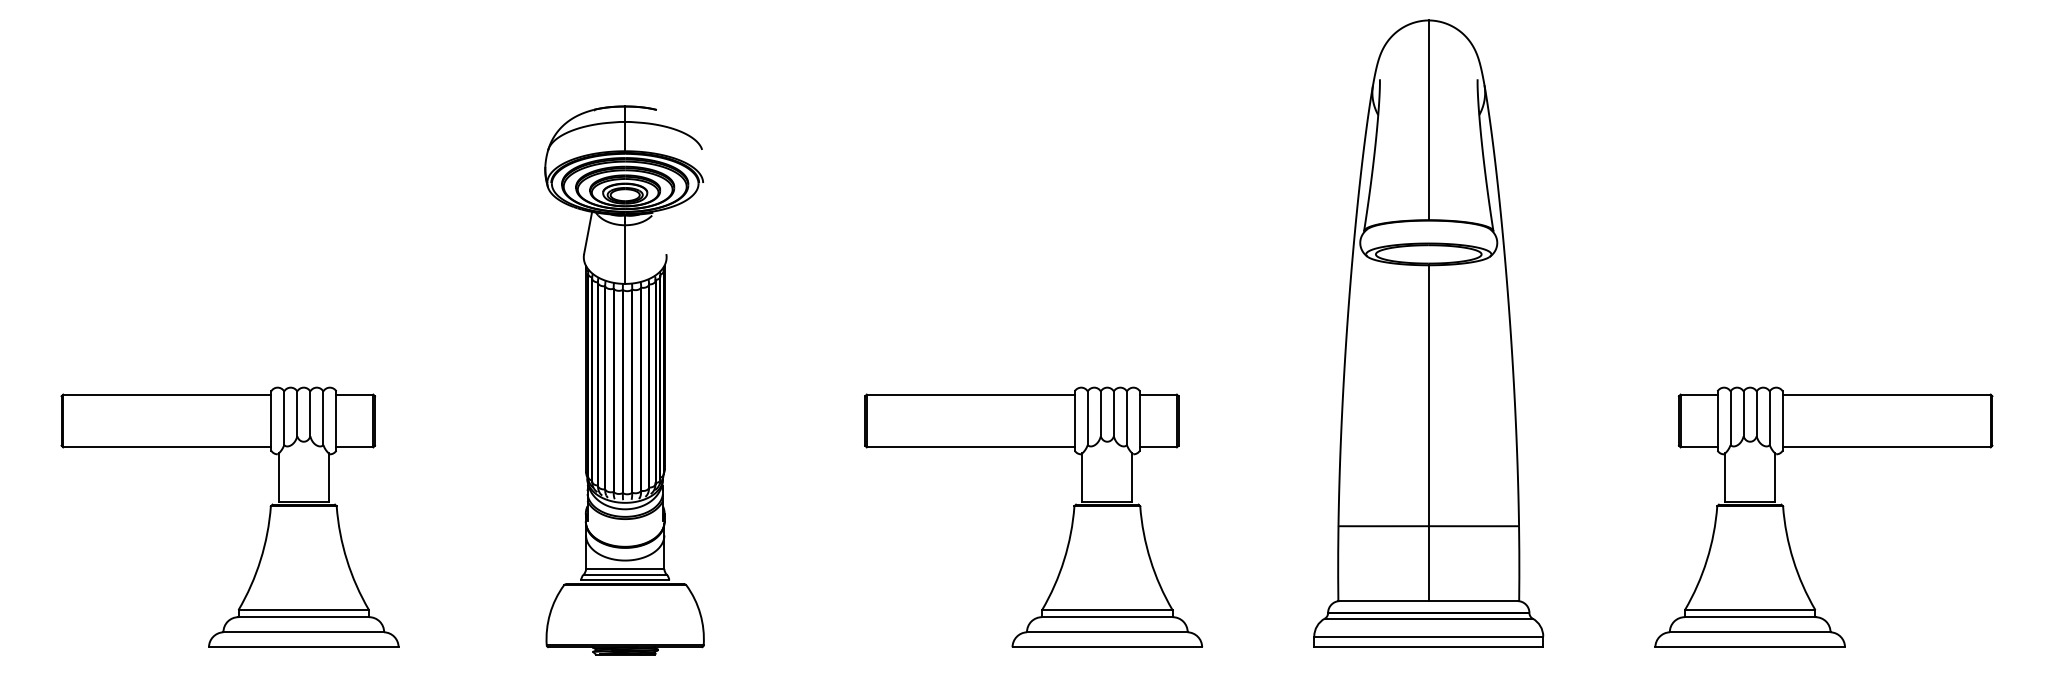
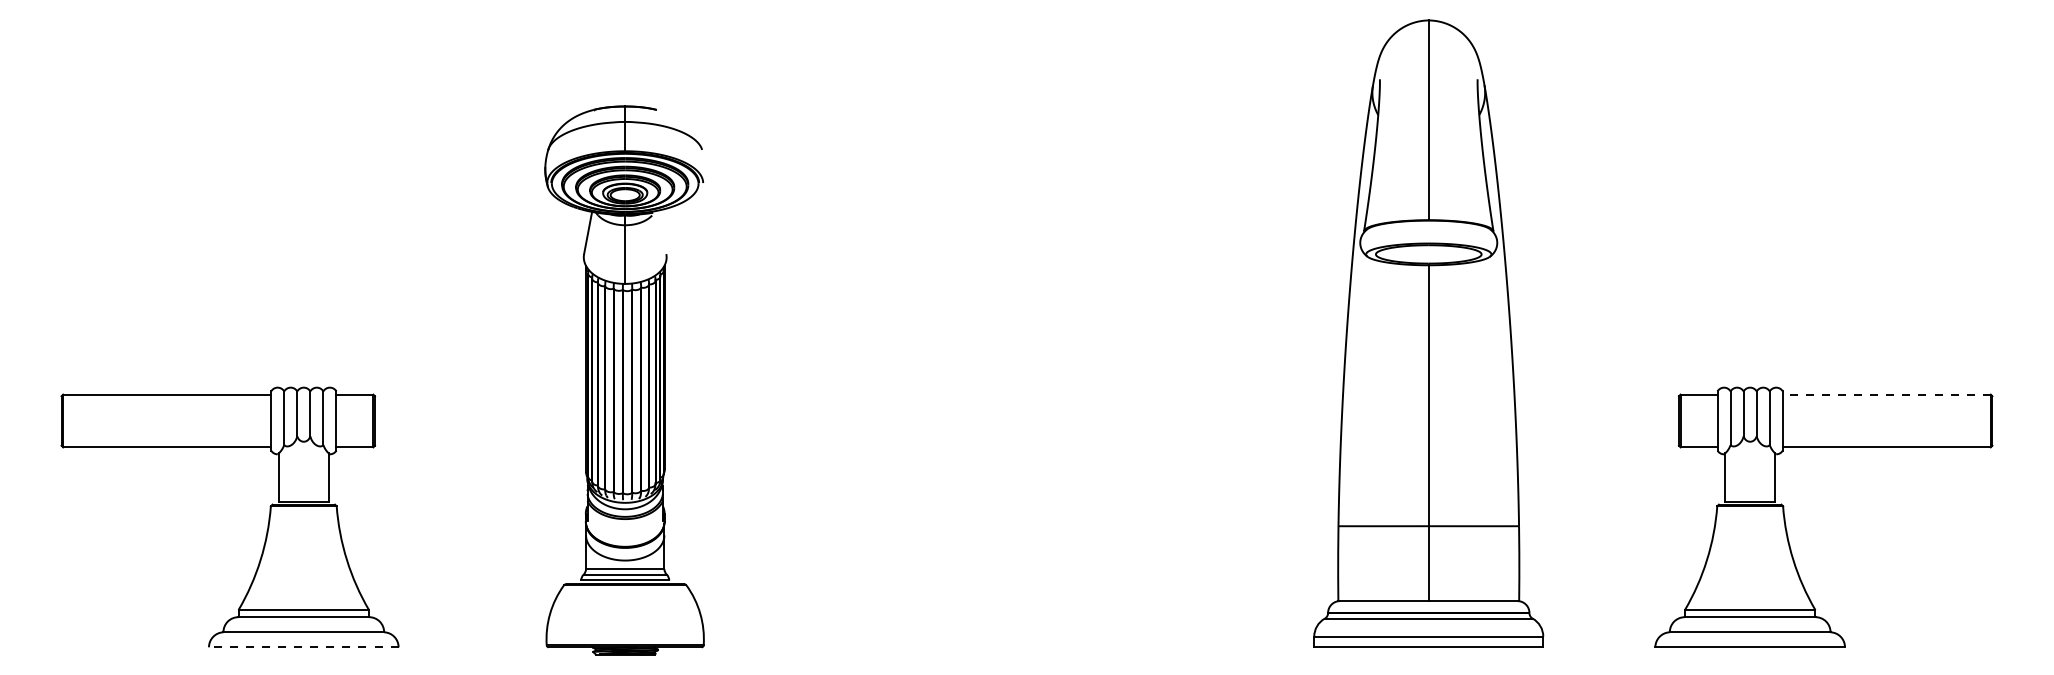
line at (1886, 394): solid -> dashed
part at (1071, 521): present -> none
line at (303, 647): solid -> dashed
